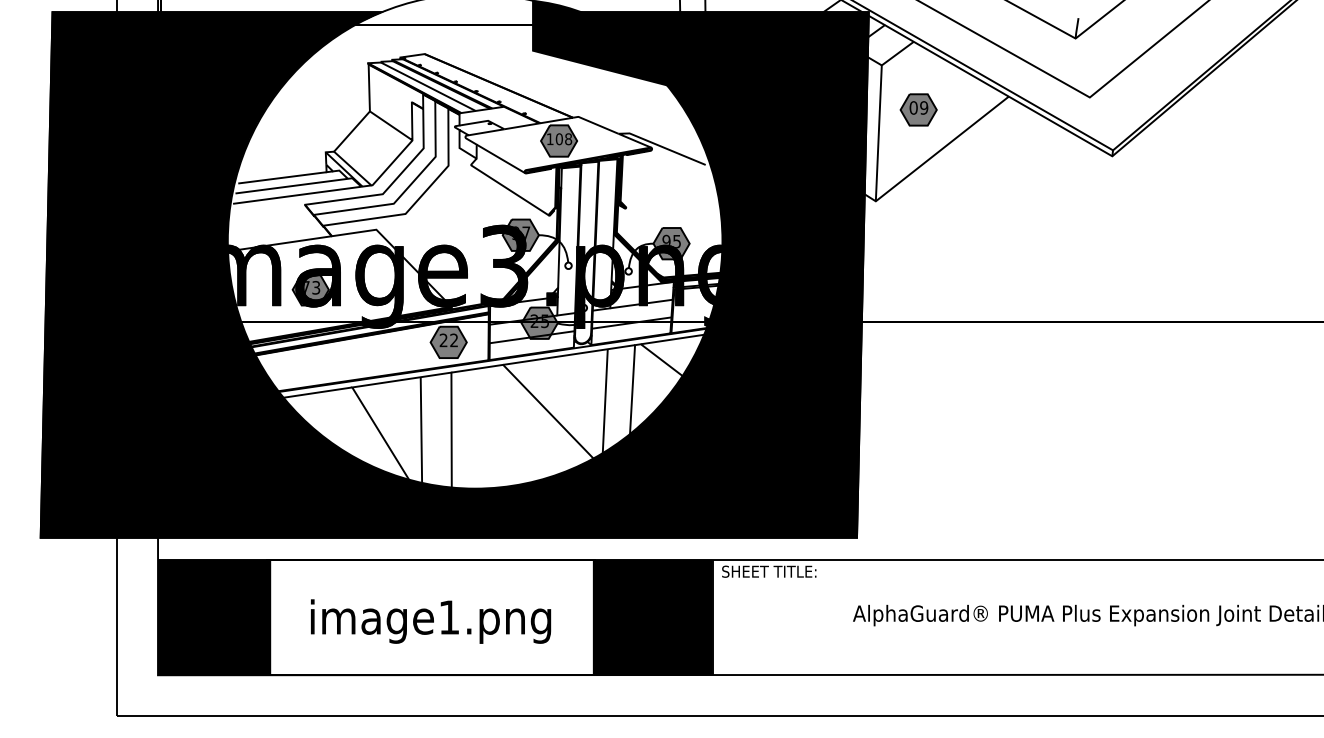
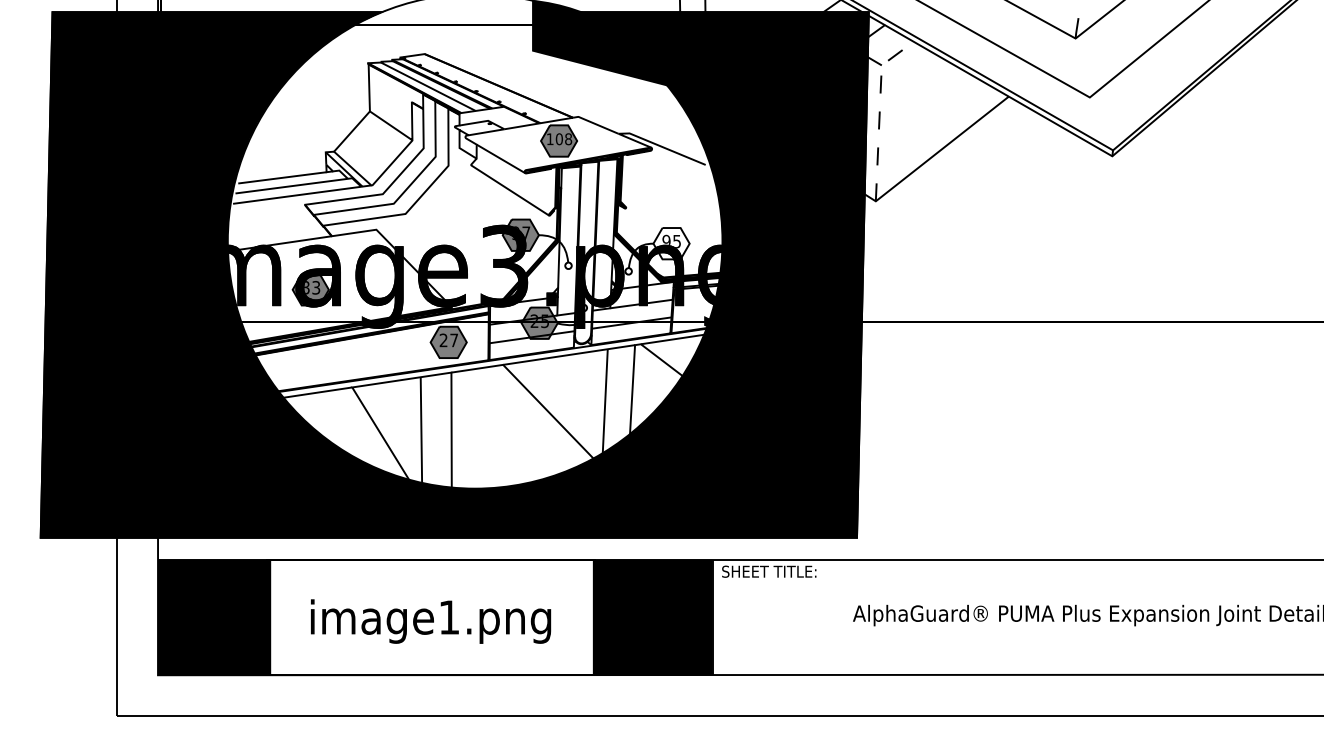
part at (918, 109): present -> none
line at (879, 113): solid -> dashed
fill at (671, 243): present -> none
text at (306, 287): 73 -> 33
text at (453, 339): 22 -> 27
